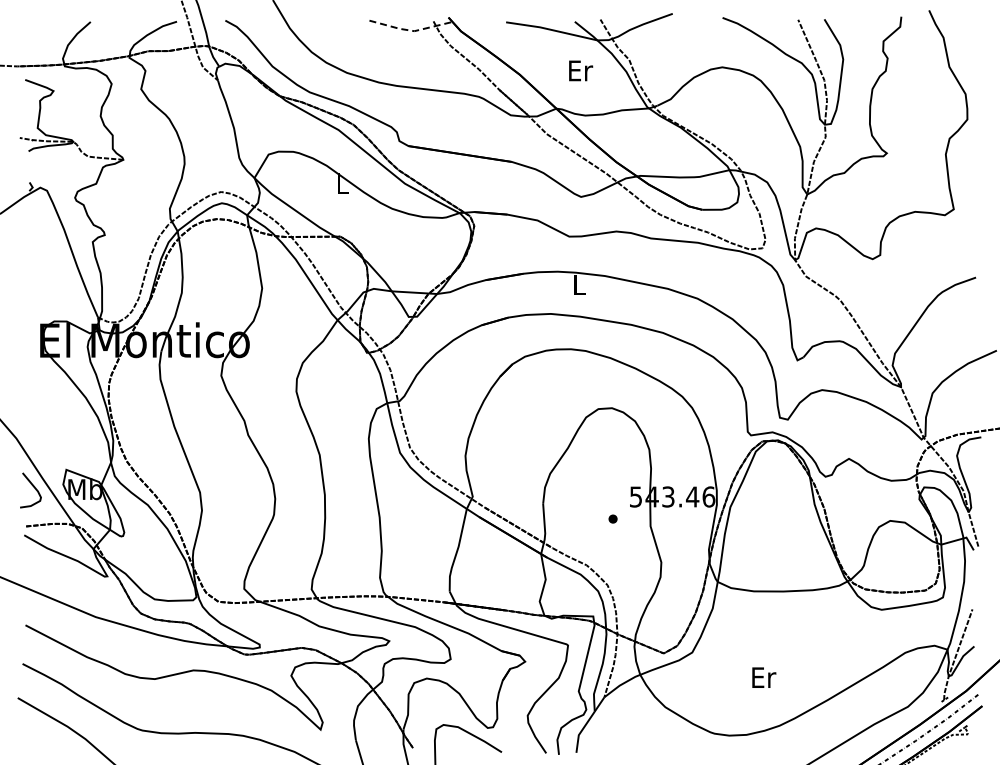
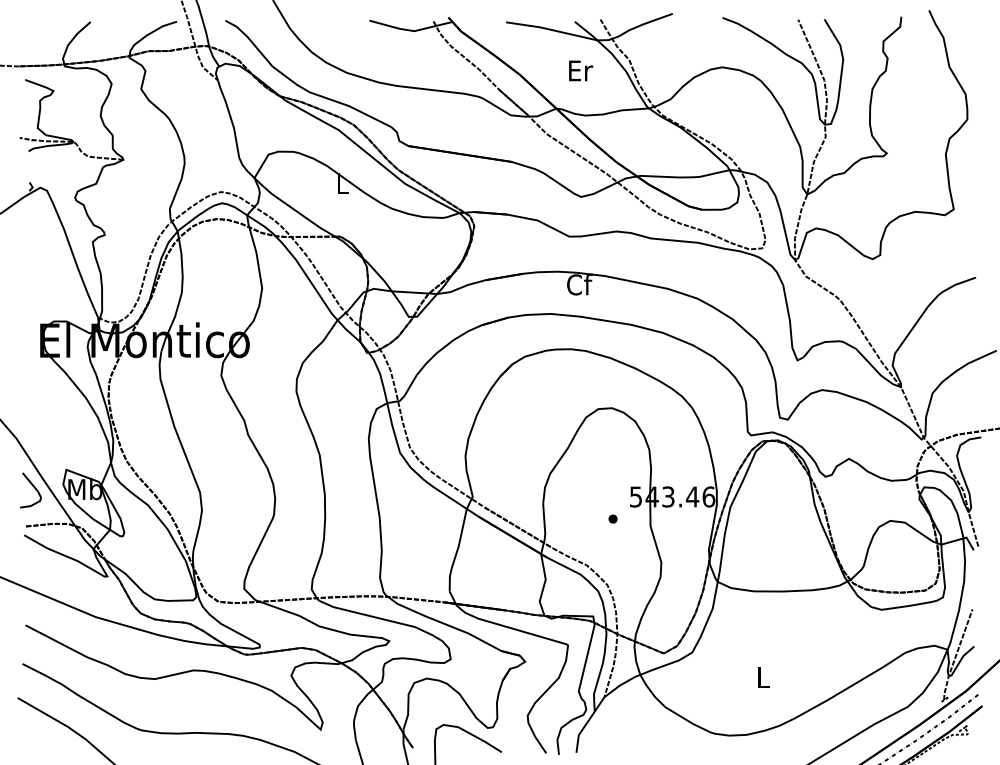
line at (411, 30): dashed -> solid
text at (579, 284): L -> Cf
text at (764, 677): Er -> L
